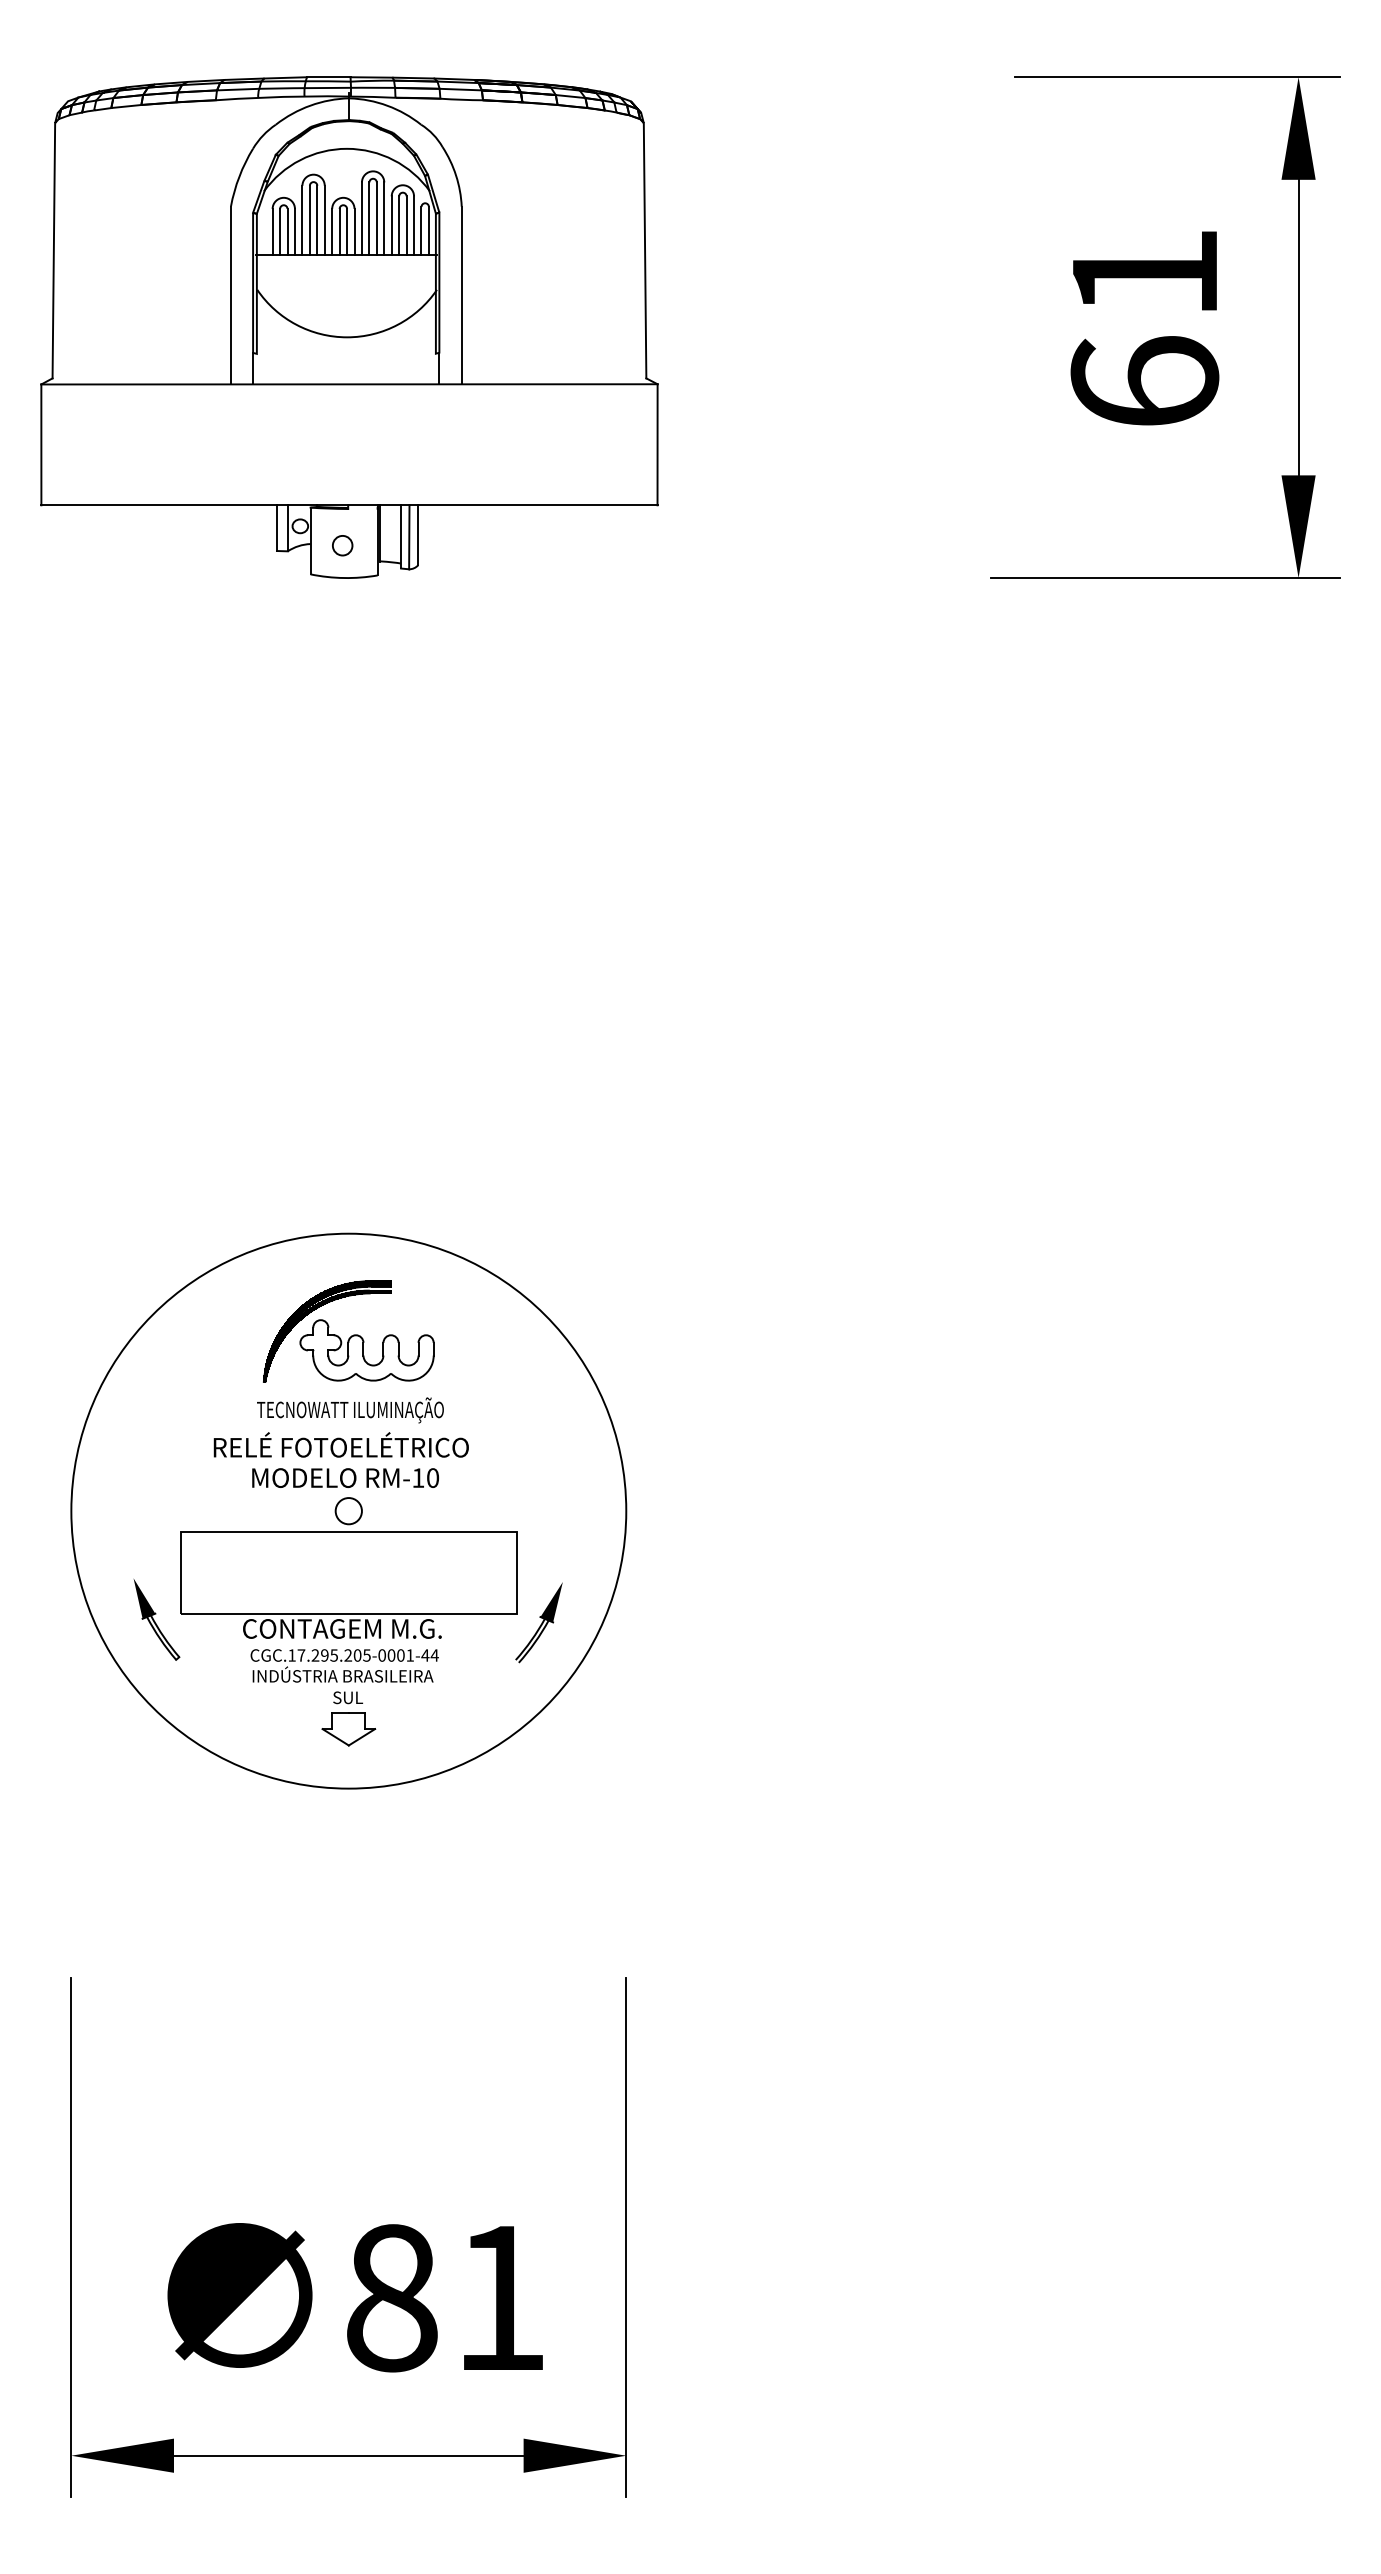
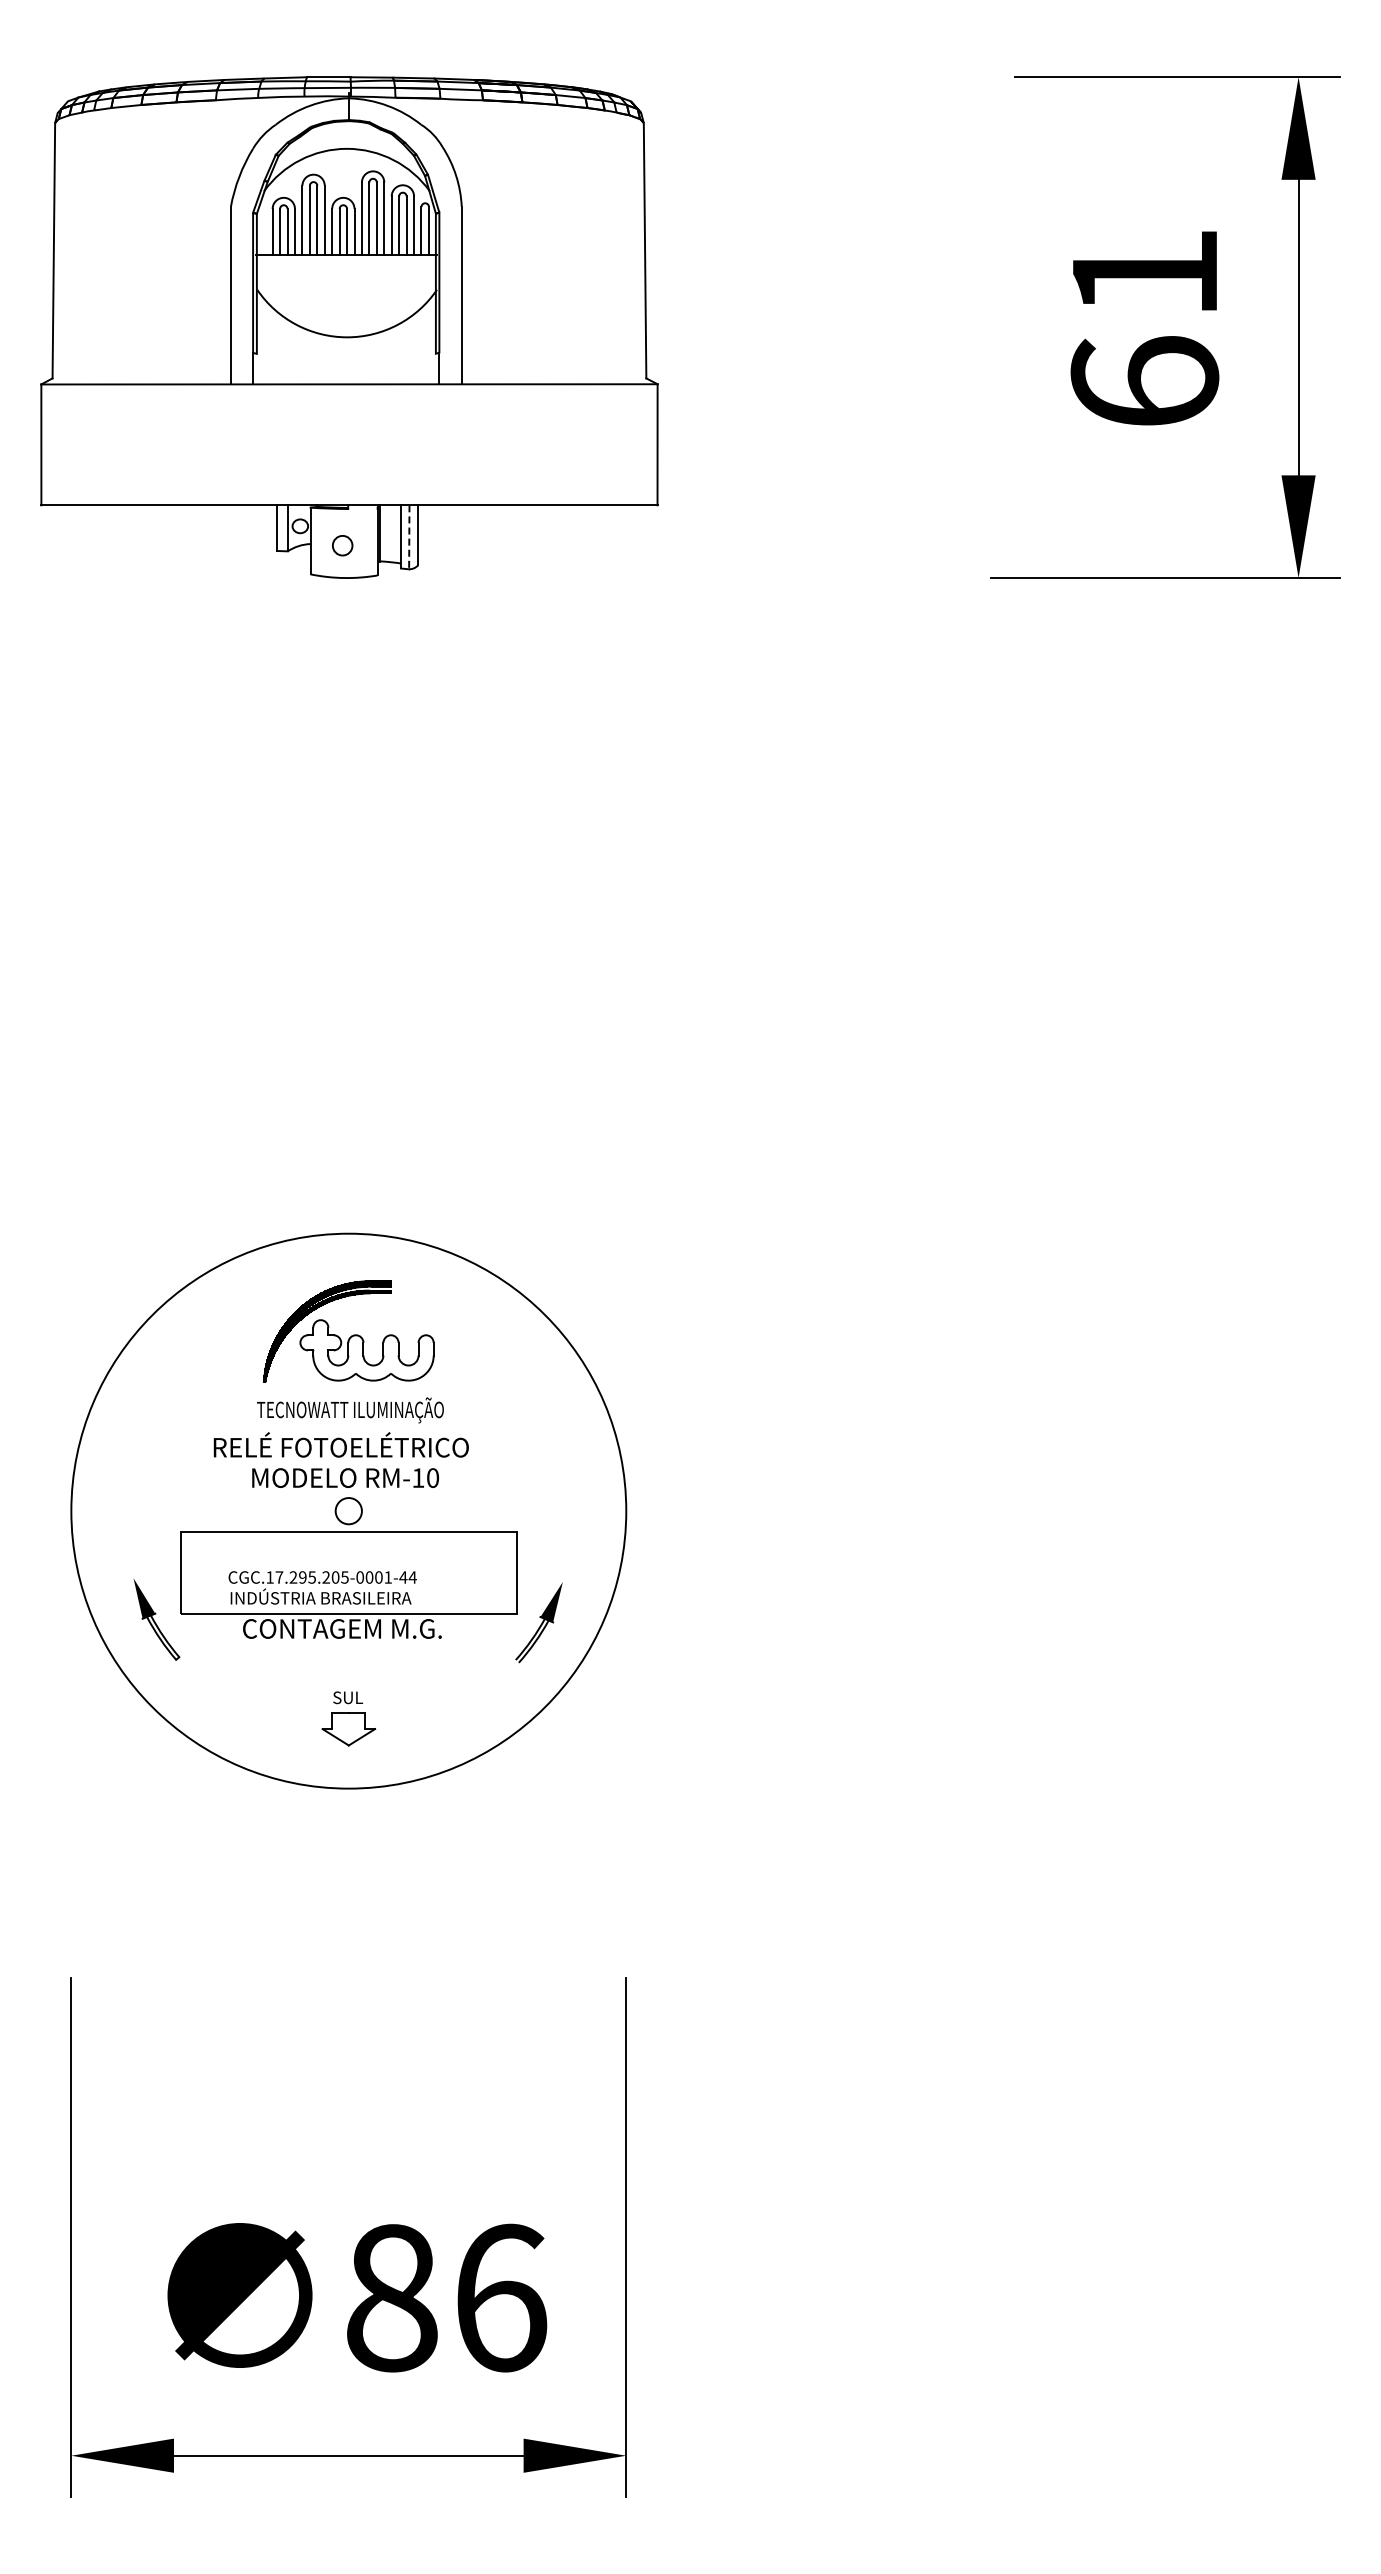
line at (409, 537): solid -> dashed
text at (344, 1665) position: (344, 1665) -> (322, 1587)
text at (502, 2297): 81 -> 86
